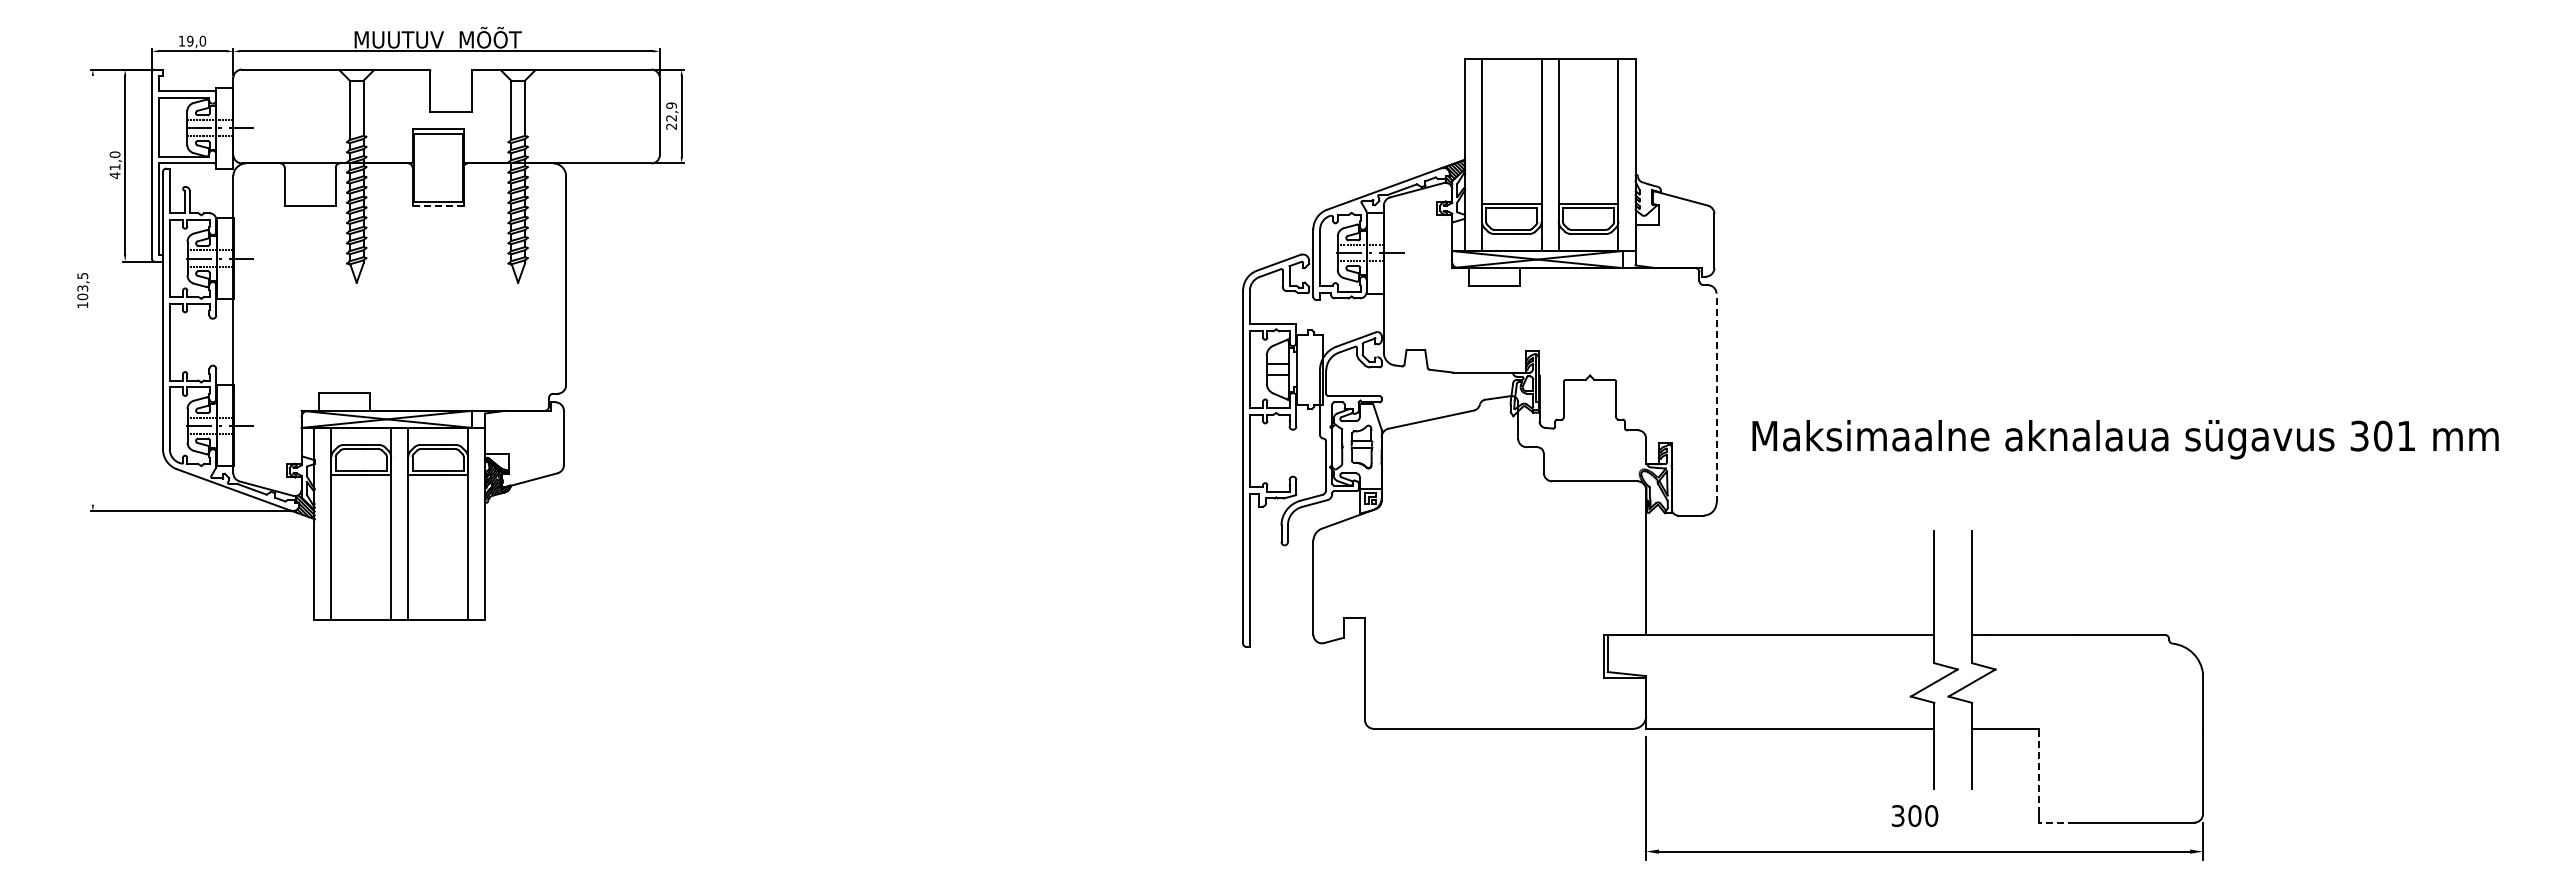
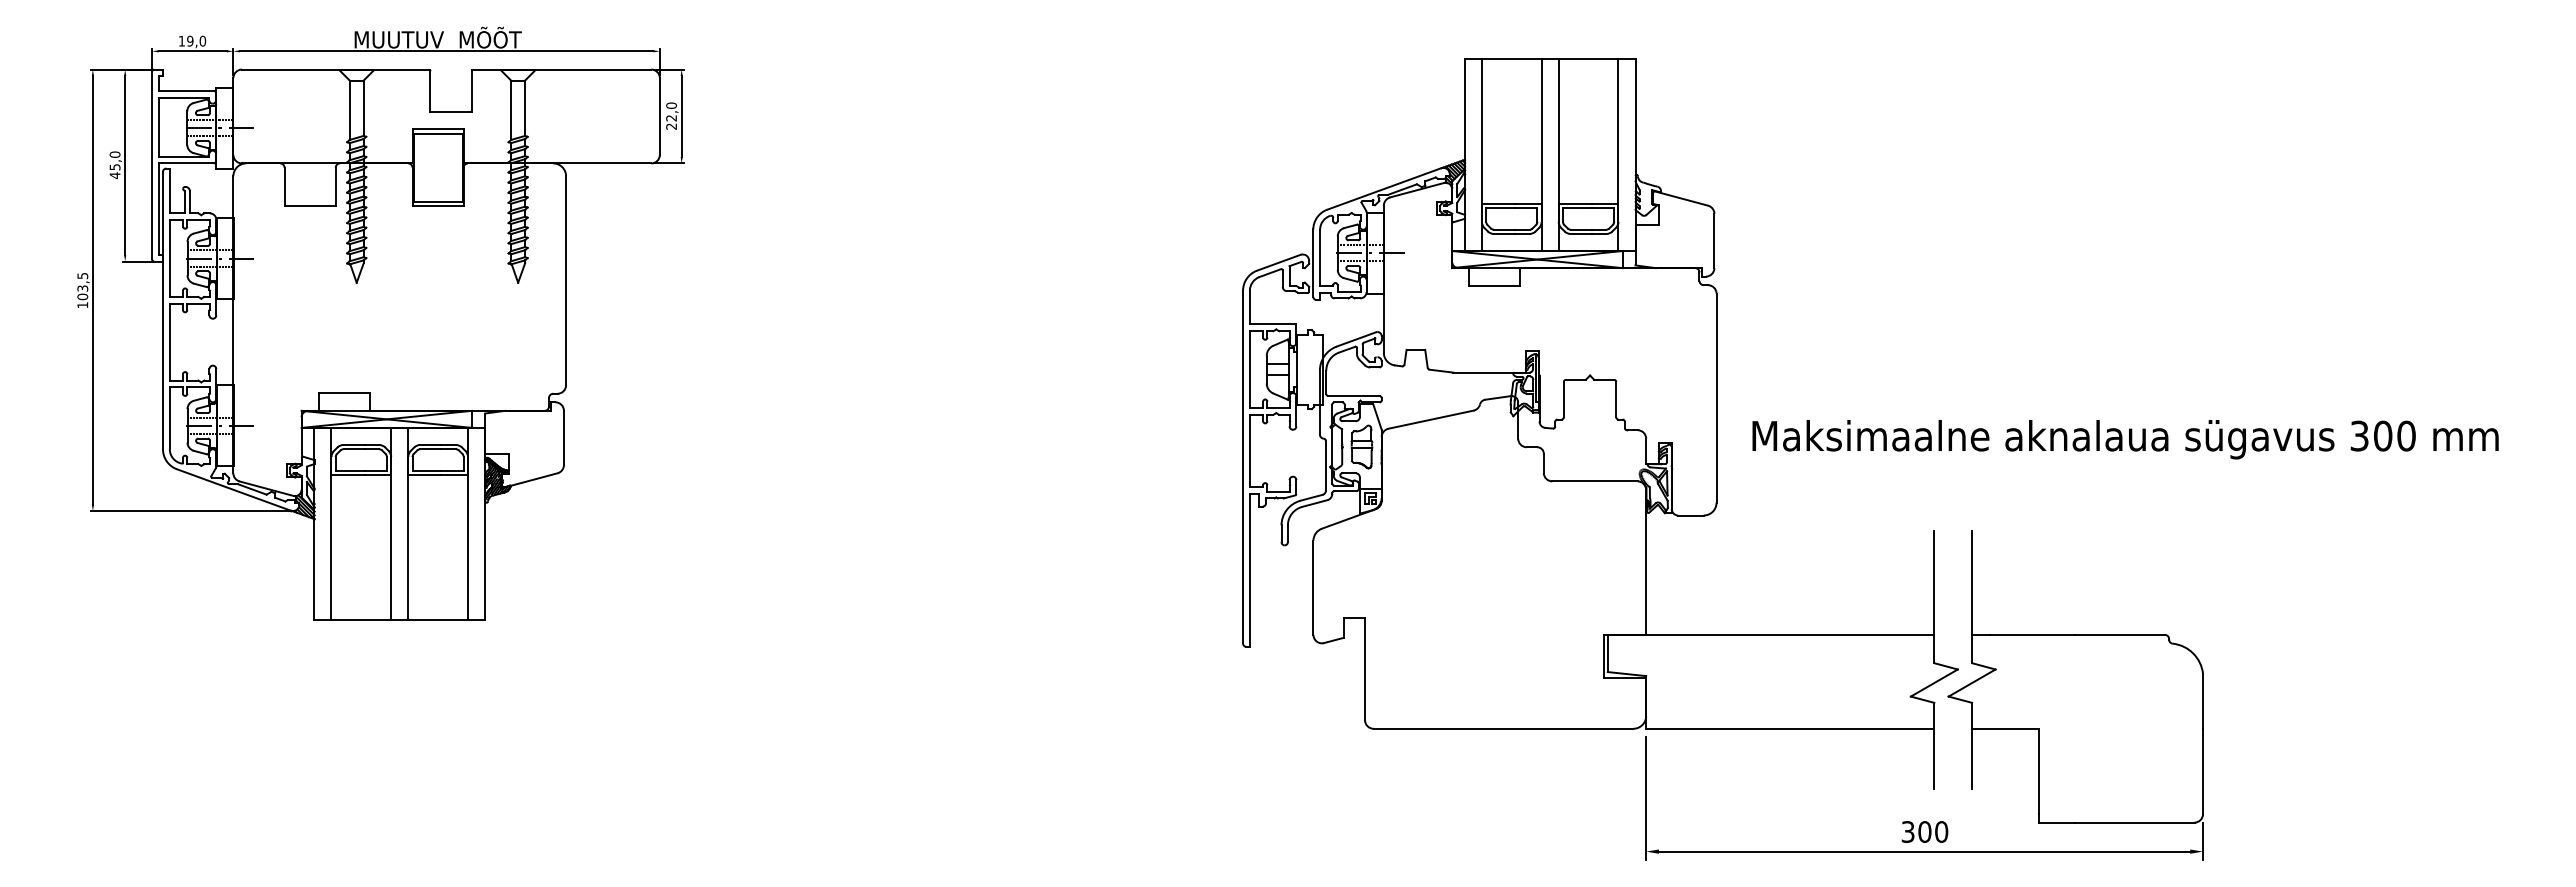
text at (671, 105): 22,9 -> 22,0
text at (114, 167): 41,0 -> 45,0
line at (438, 206): dashed -> solid
line at (92, 289): none -> present
line at (1716, 398): dashed -> solid
text at (2406, 435): 301 -> 300
line at (2038, 771): dashed -> solid
text at (1914, 815) position: (1914, 815) -> (1924, 831)
line at (2056, 822): dashed -> solid
